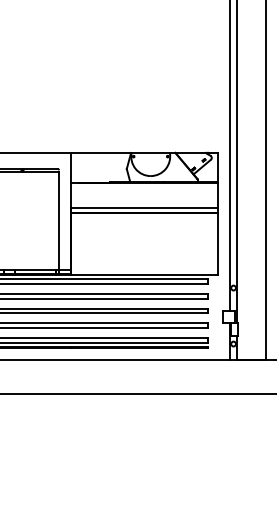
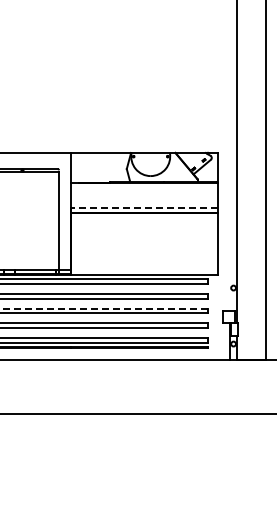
line at (229, 156): present -> none
line at (143, 207): solid -> dashed
line at (104, 308): solid -> dashed
line at (137, 393) position: (137, 393) -> (137, 413)
